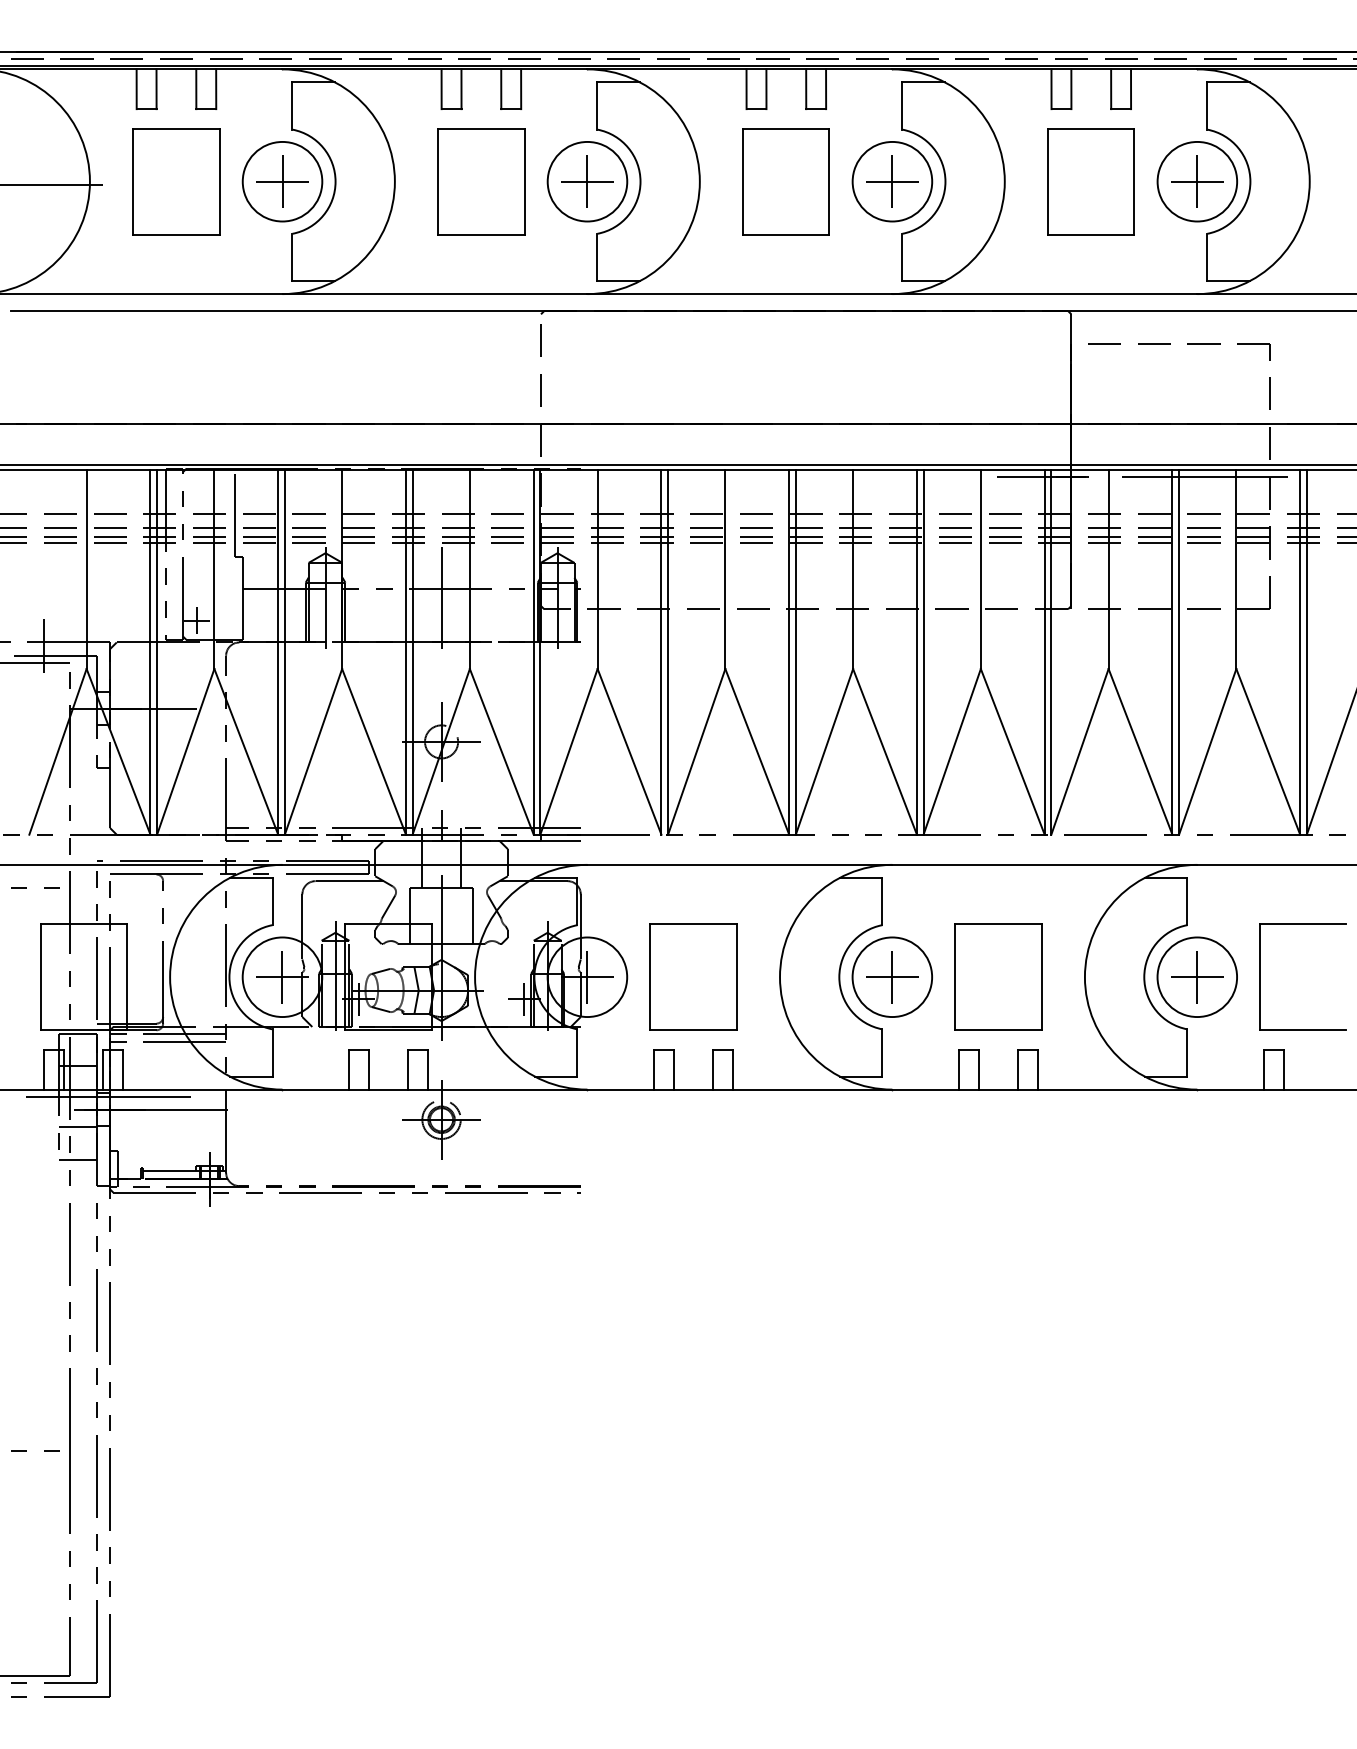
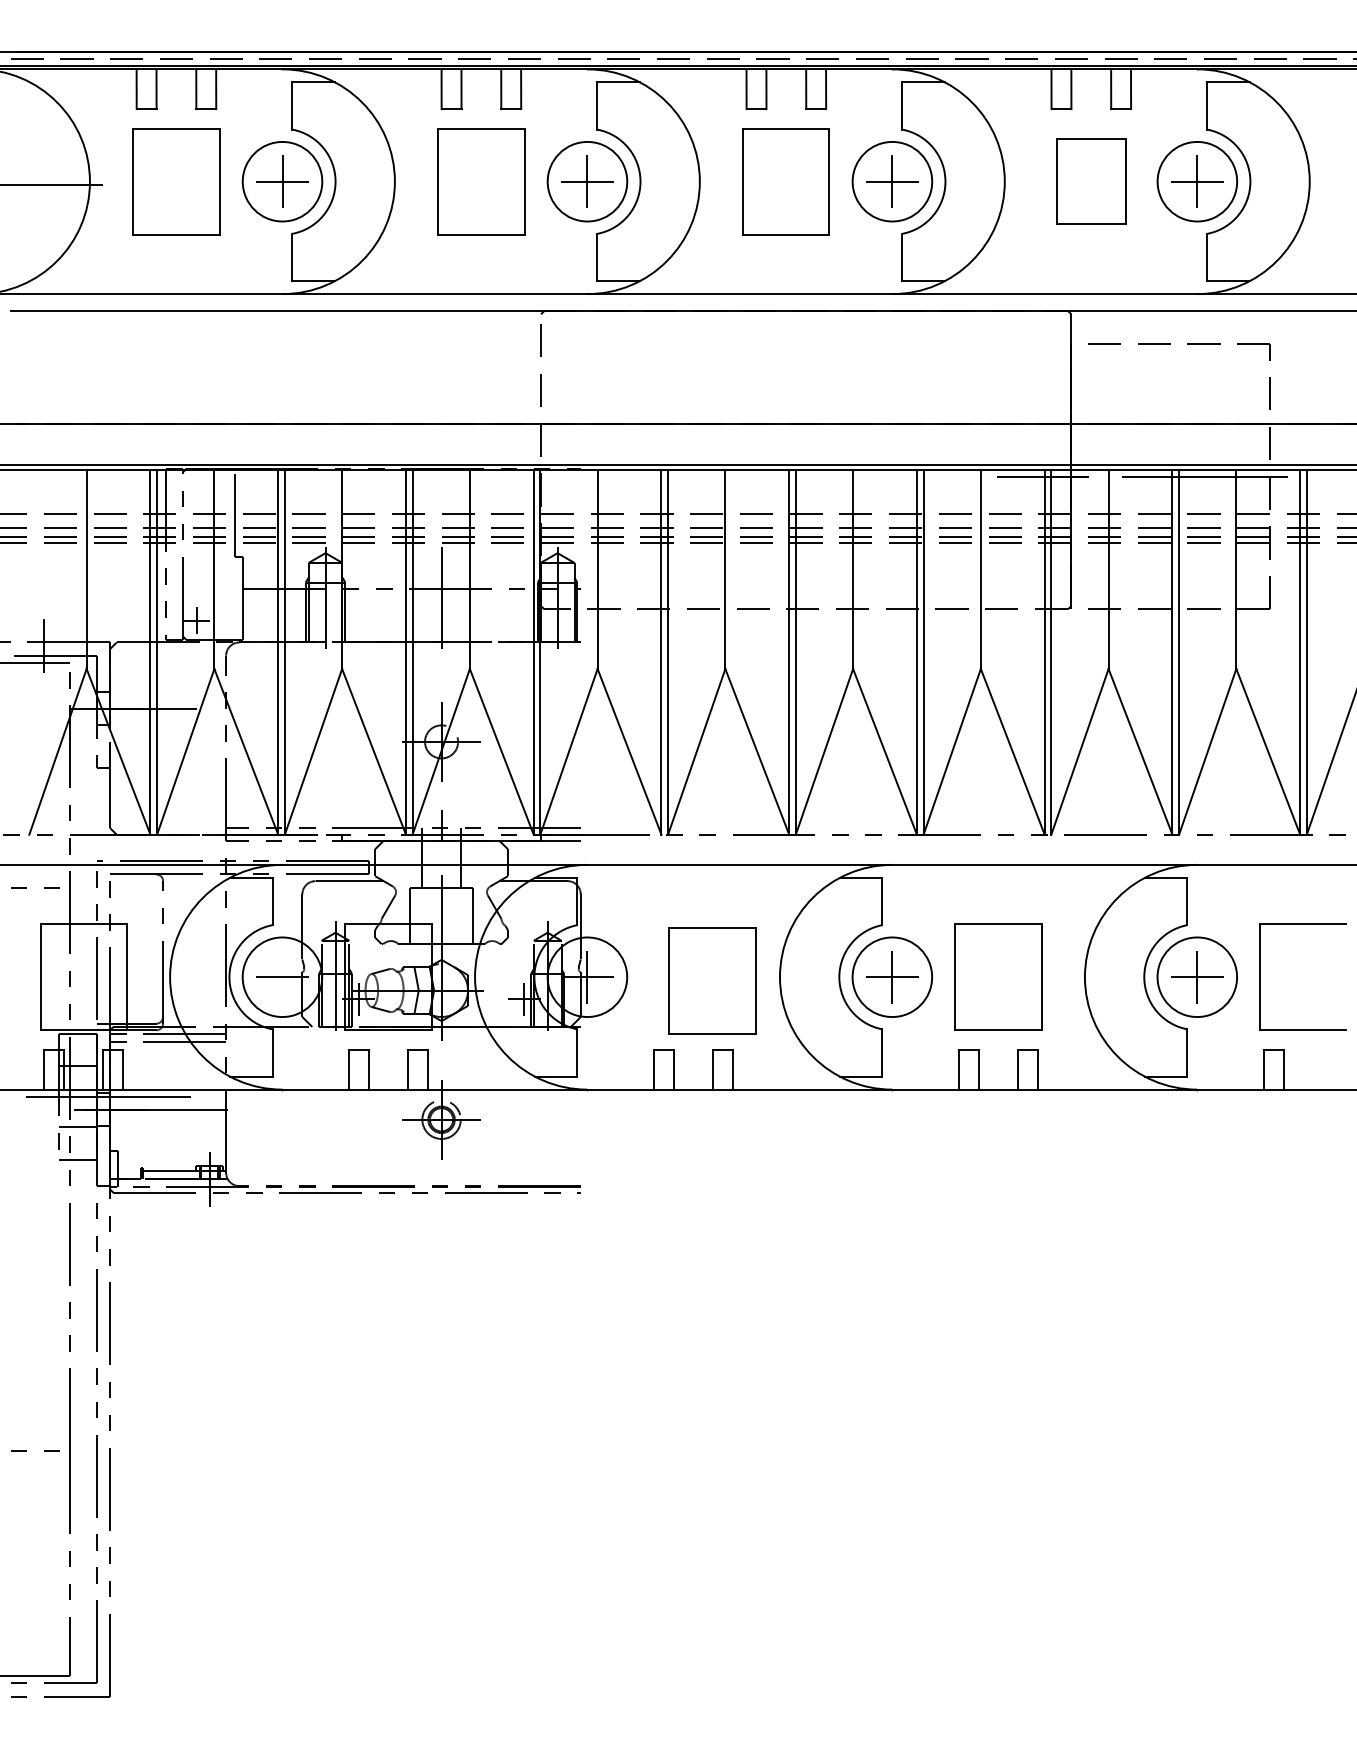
part at (1090, 181) size: 88x108 px -> 71x87 px
line at (282, 976): present -> none
part at (693, 976) position: (693, 976) -> (712, 980)
